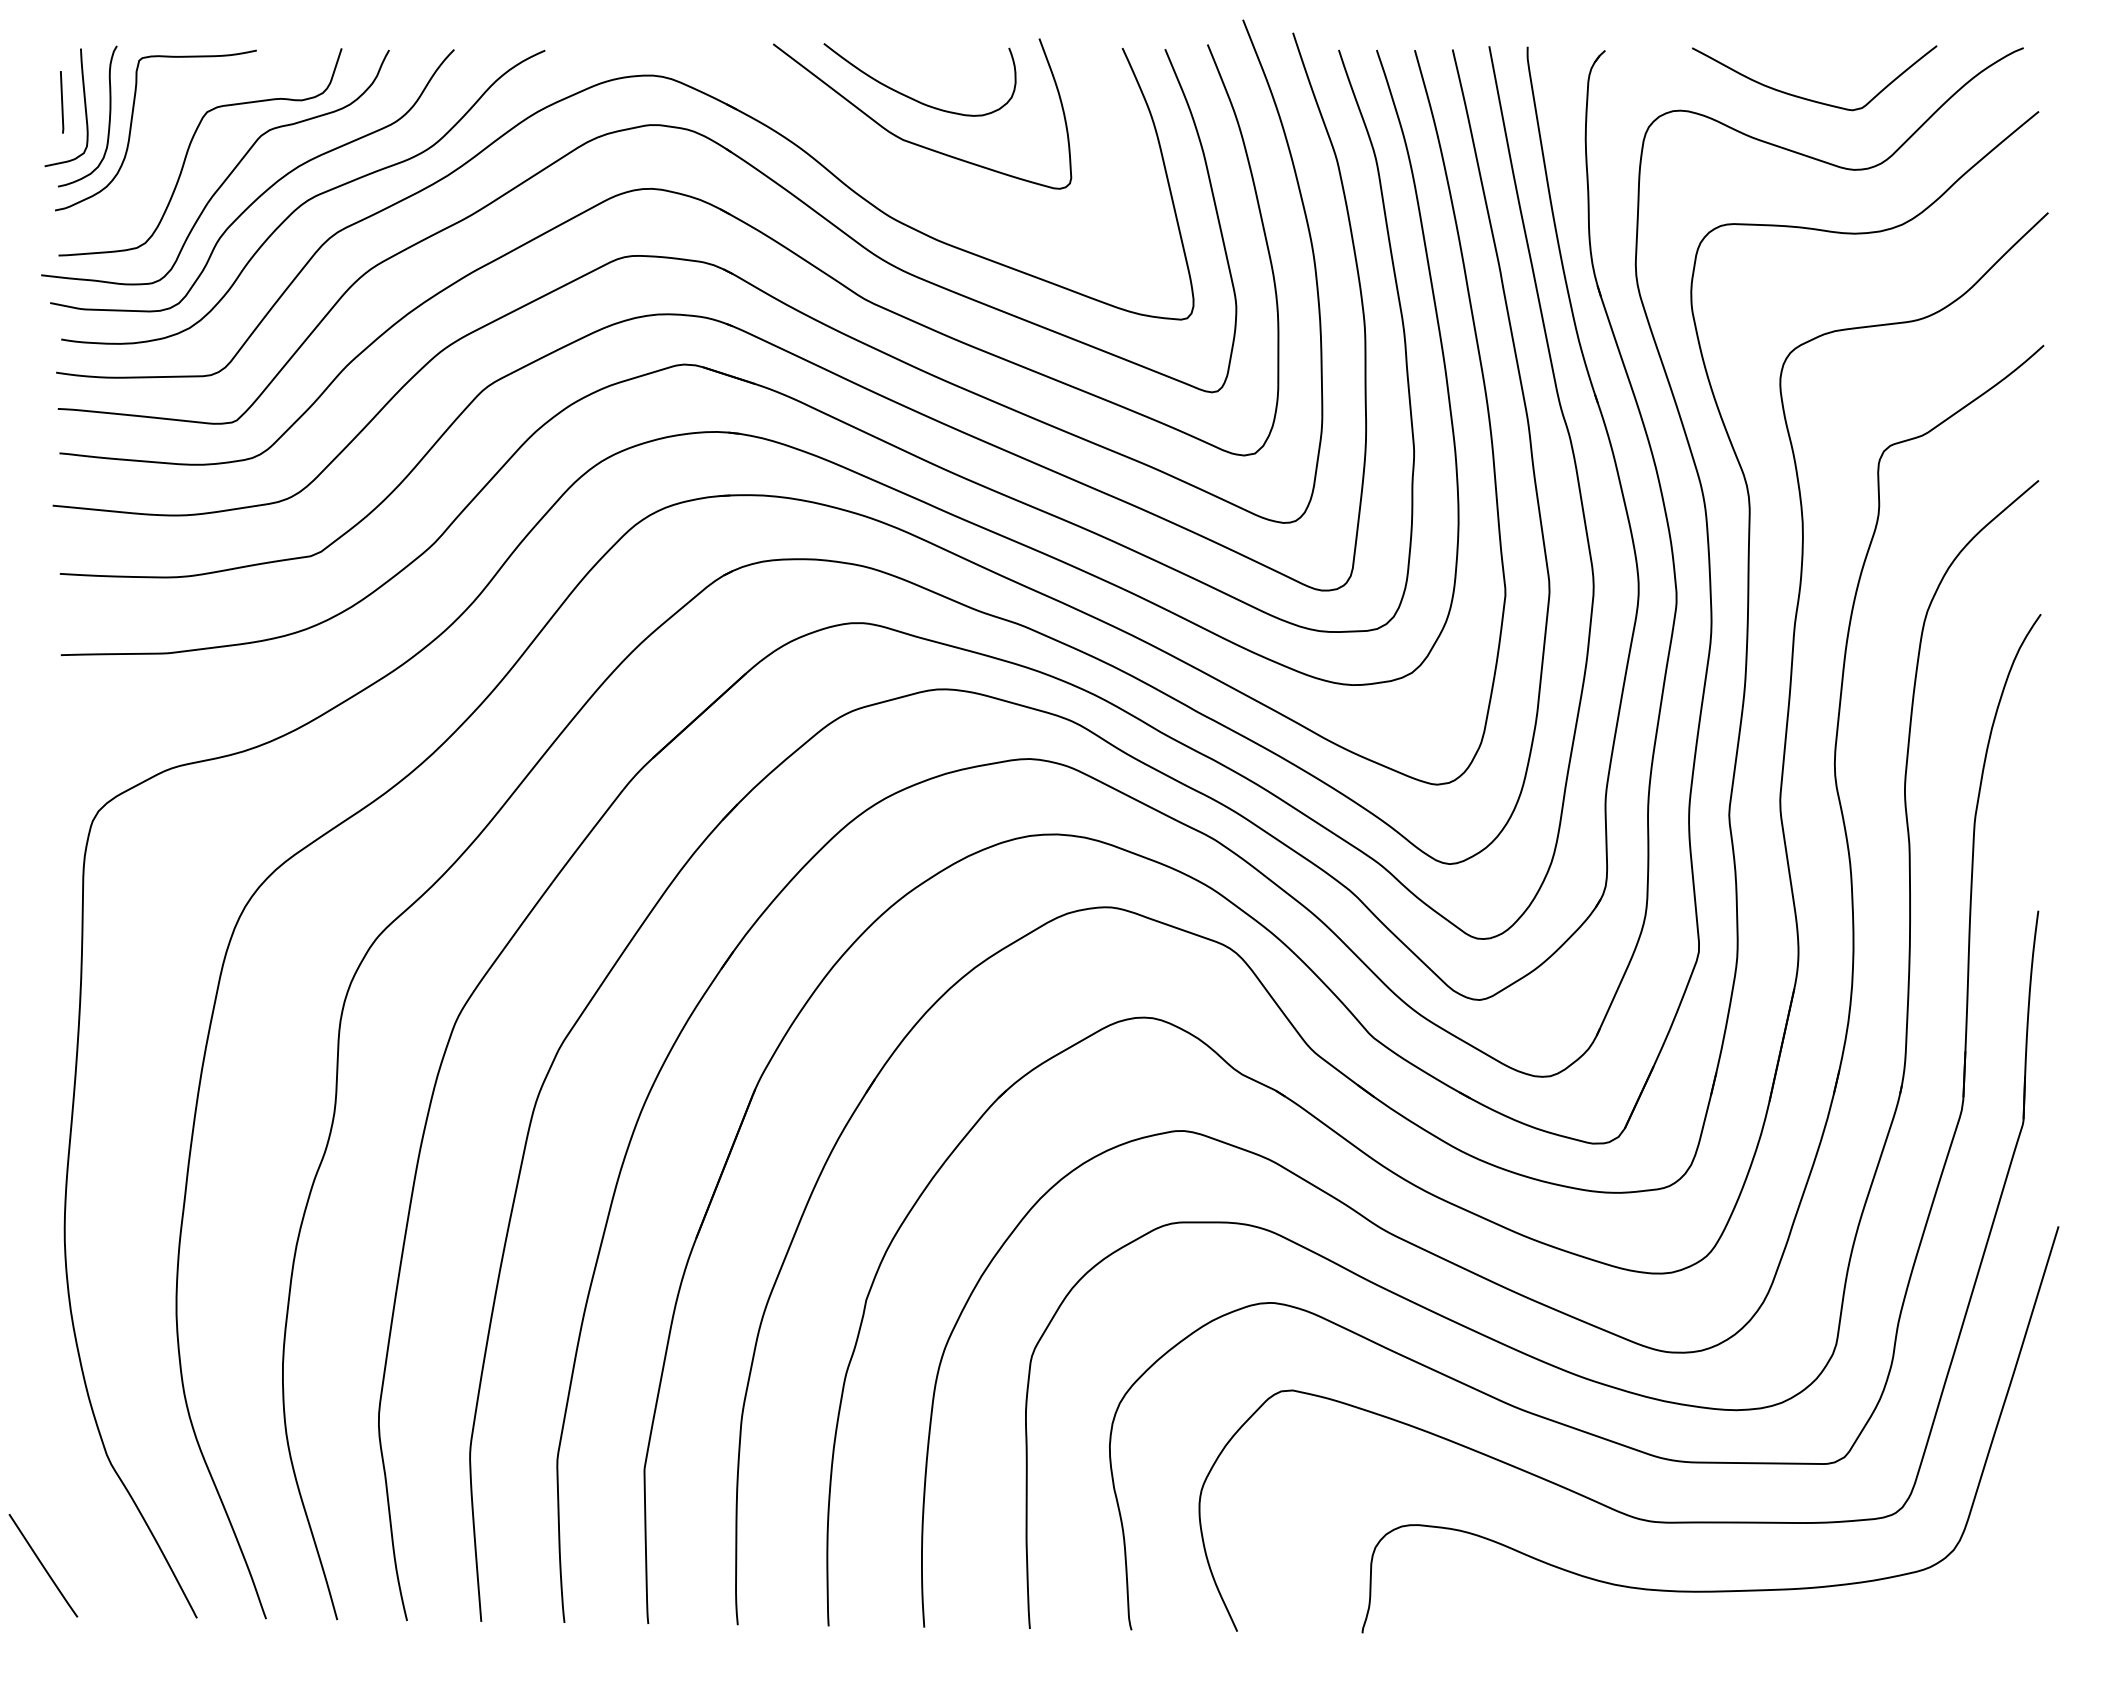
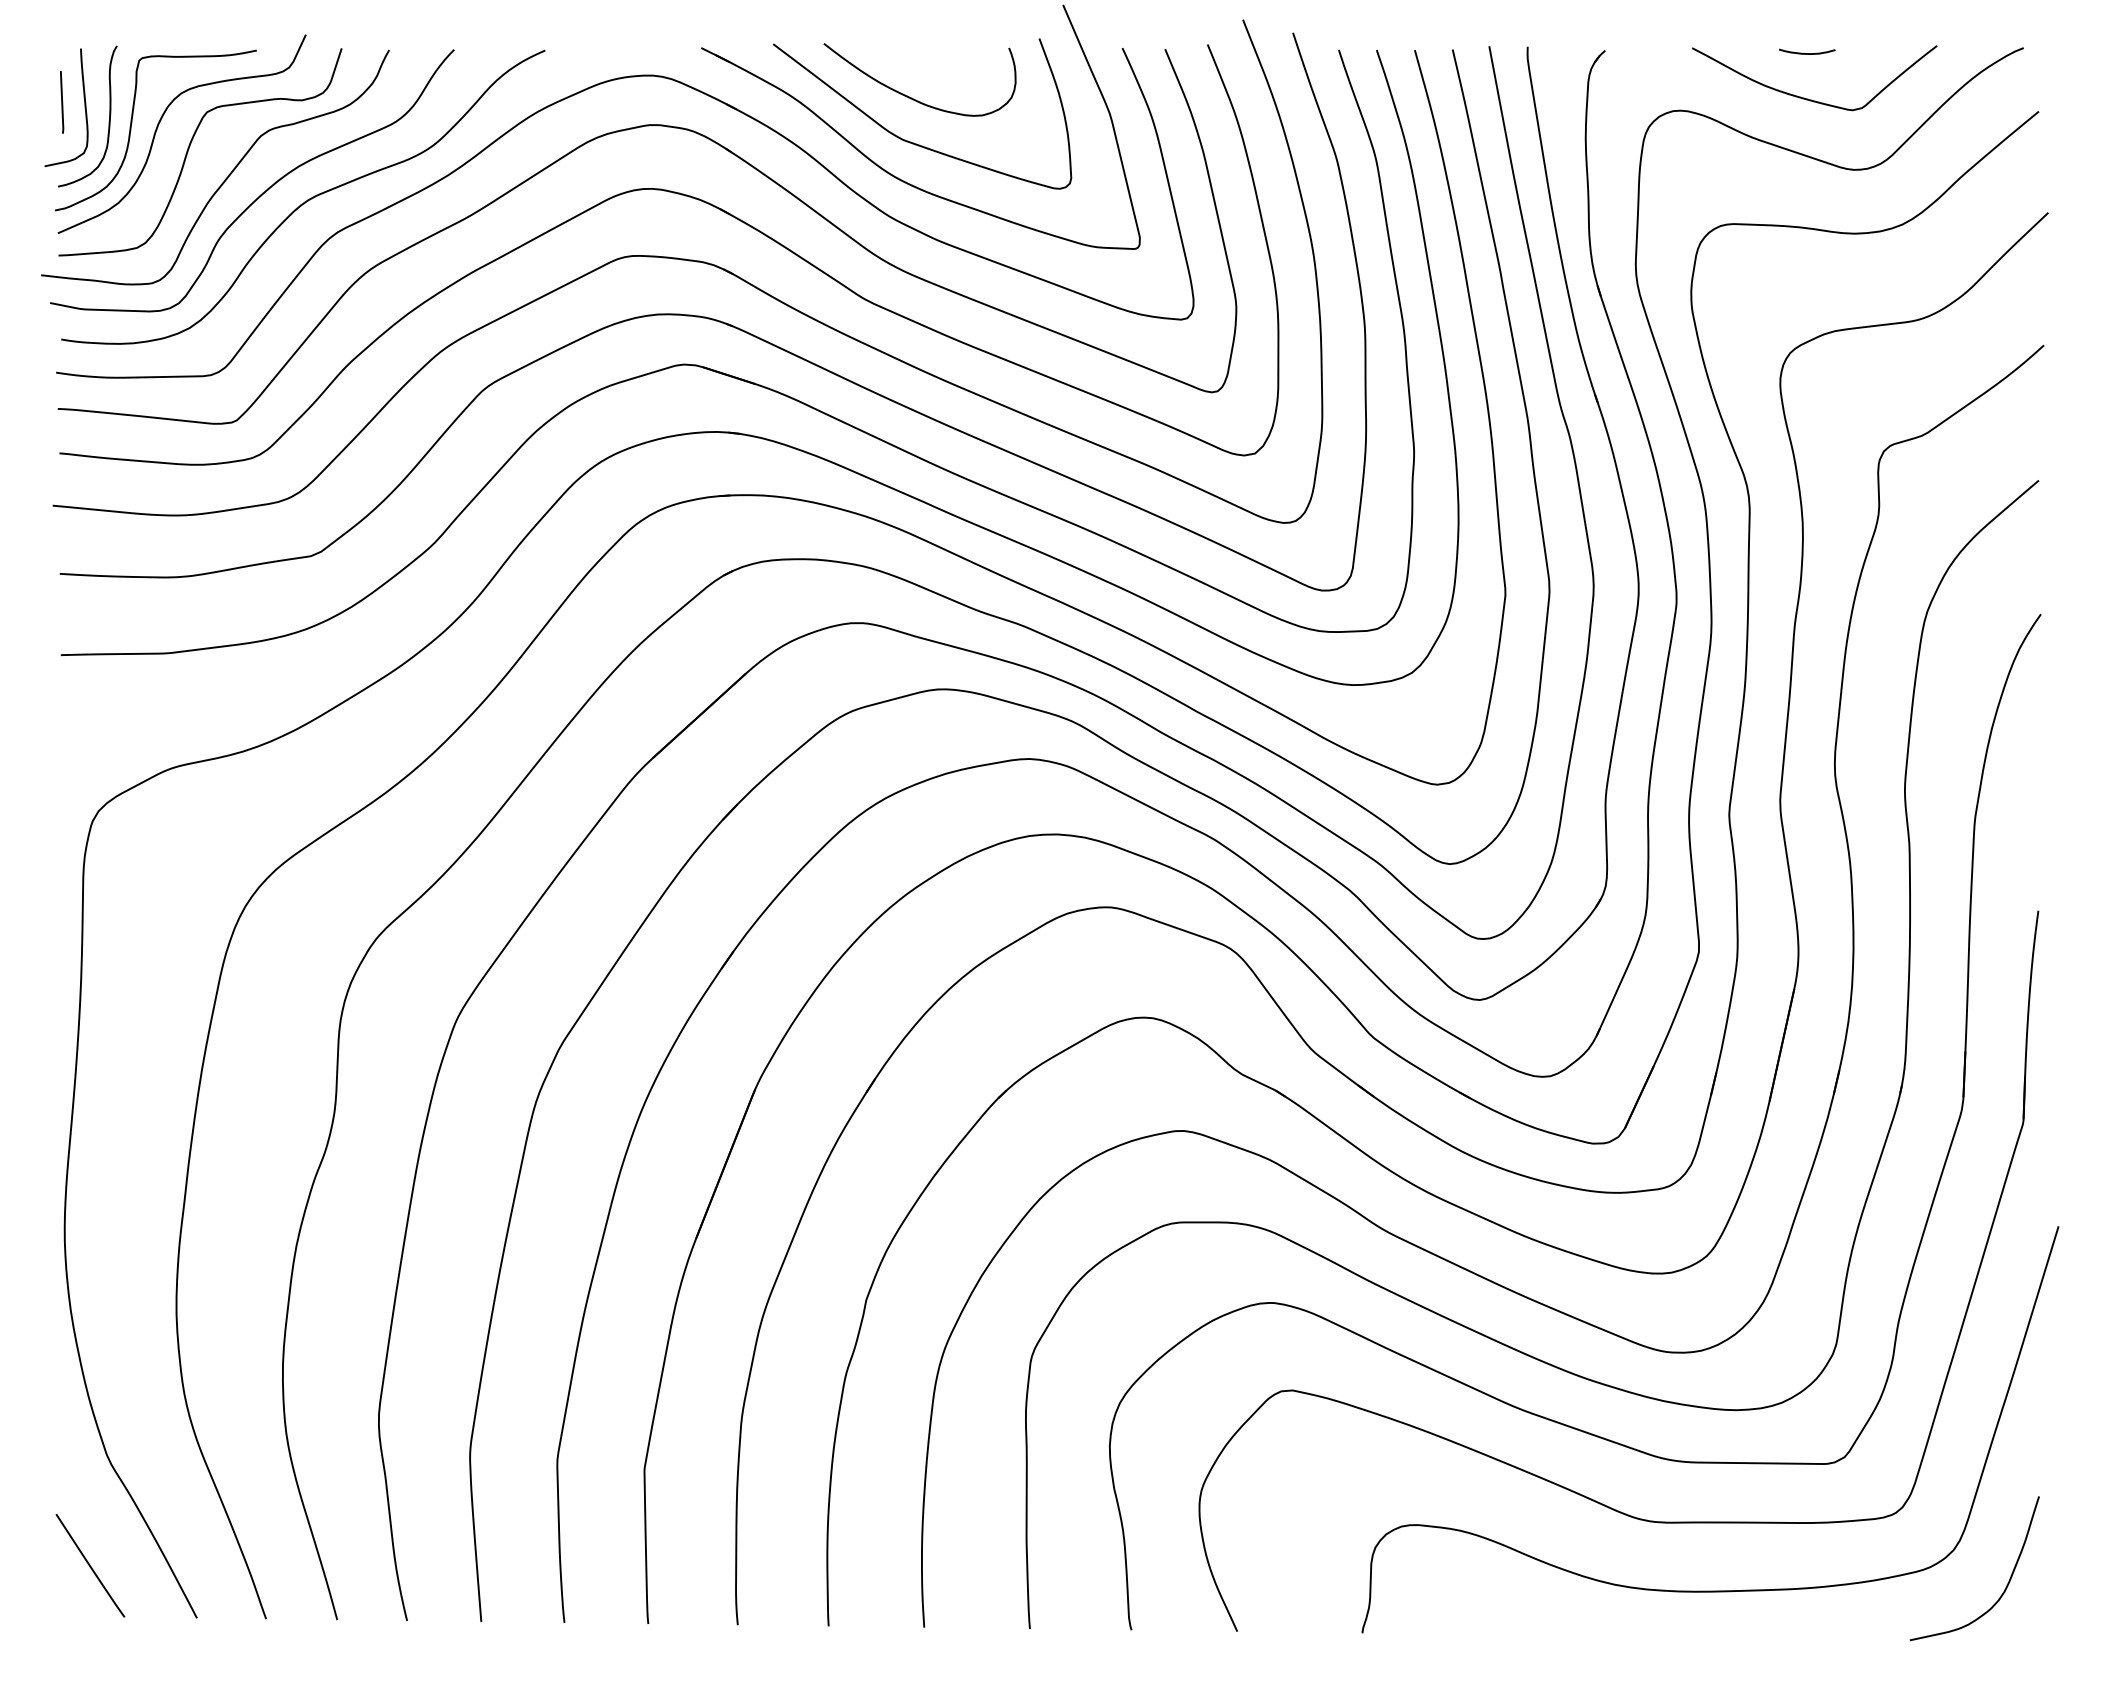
curve at (1807, 53): none -> present
curve at (160, 122): none -> present
part at (888, 171): none -> present
line at (43, 1565) position: (43, 1565) -> (90, 1565)
curve at (2008, 1580): none -> present
